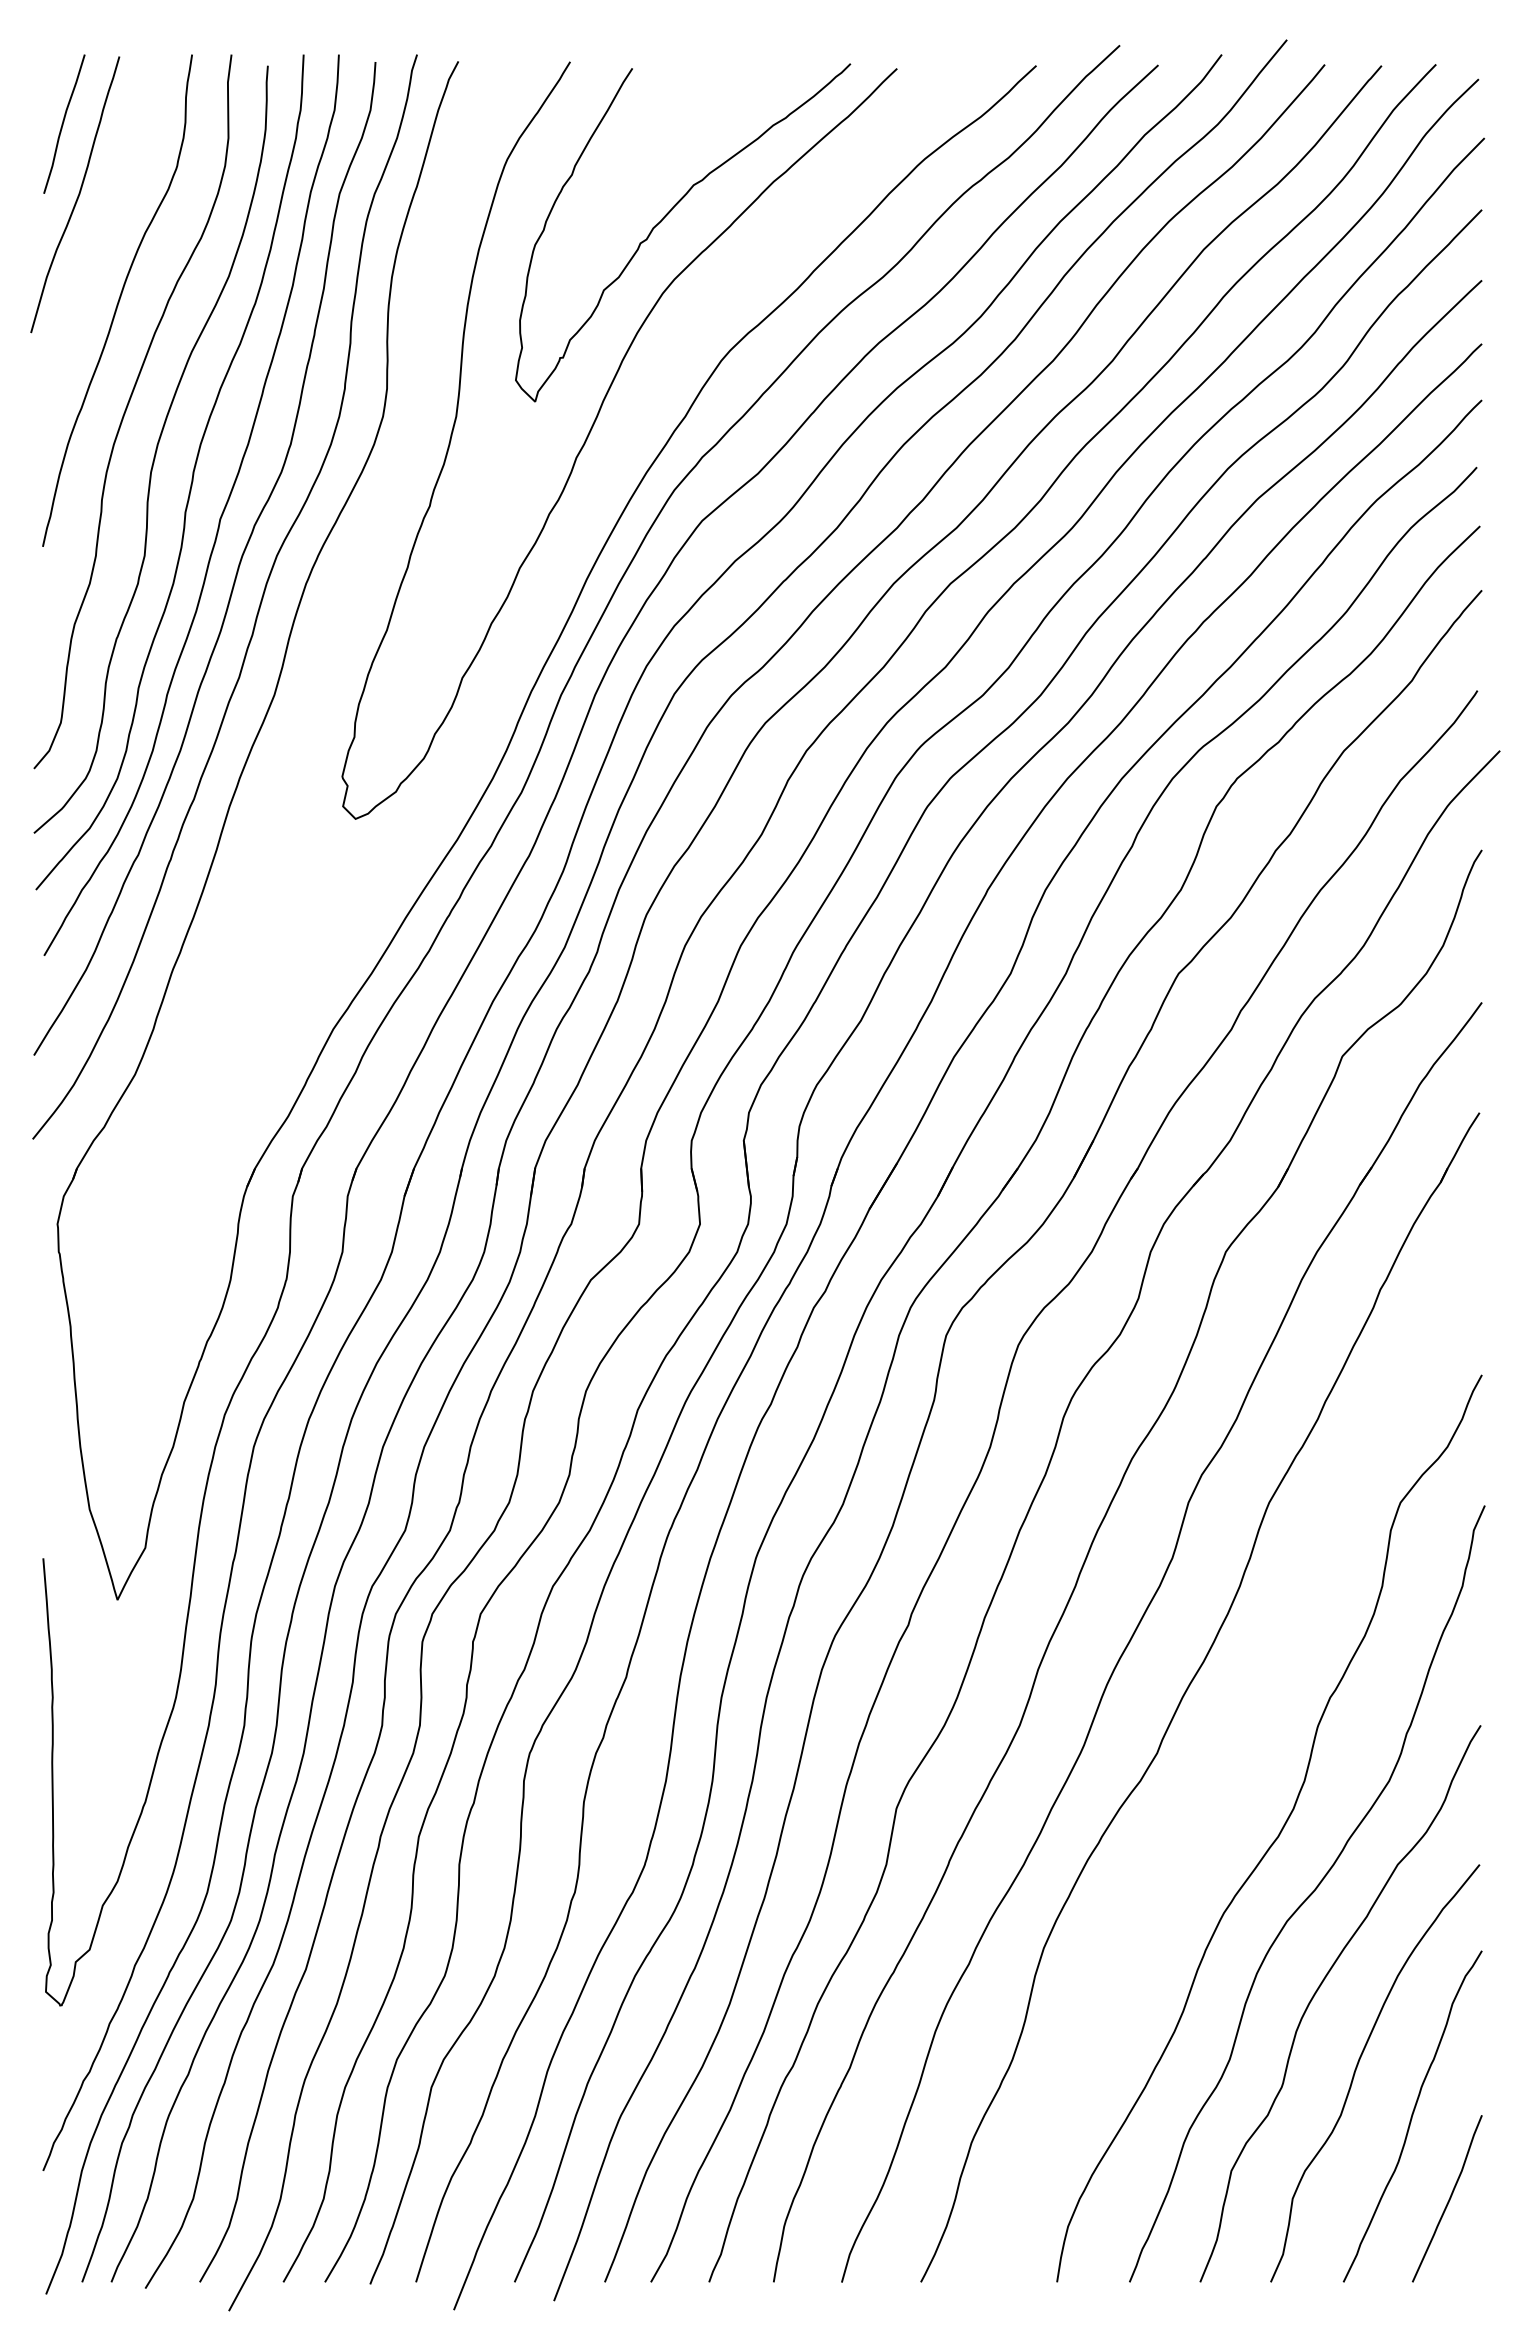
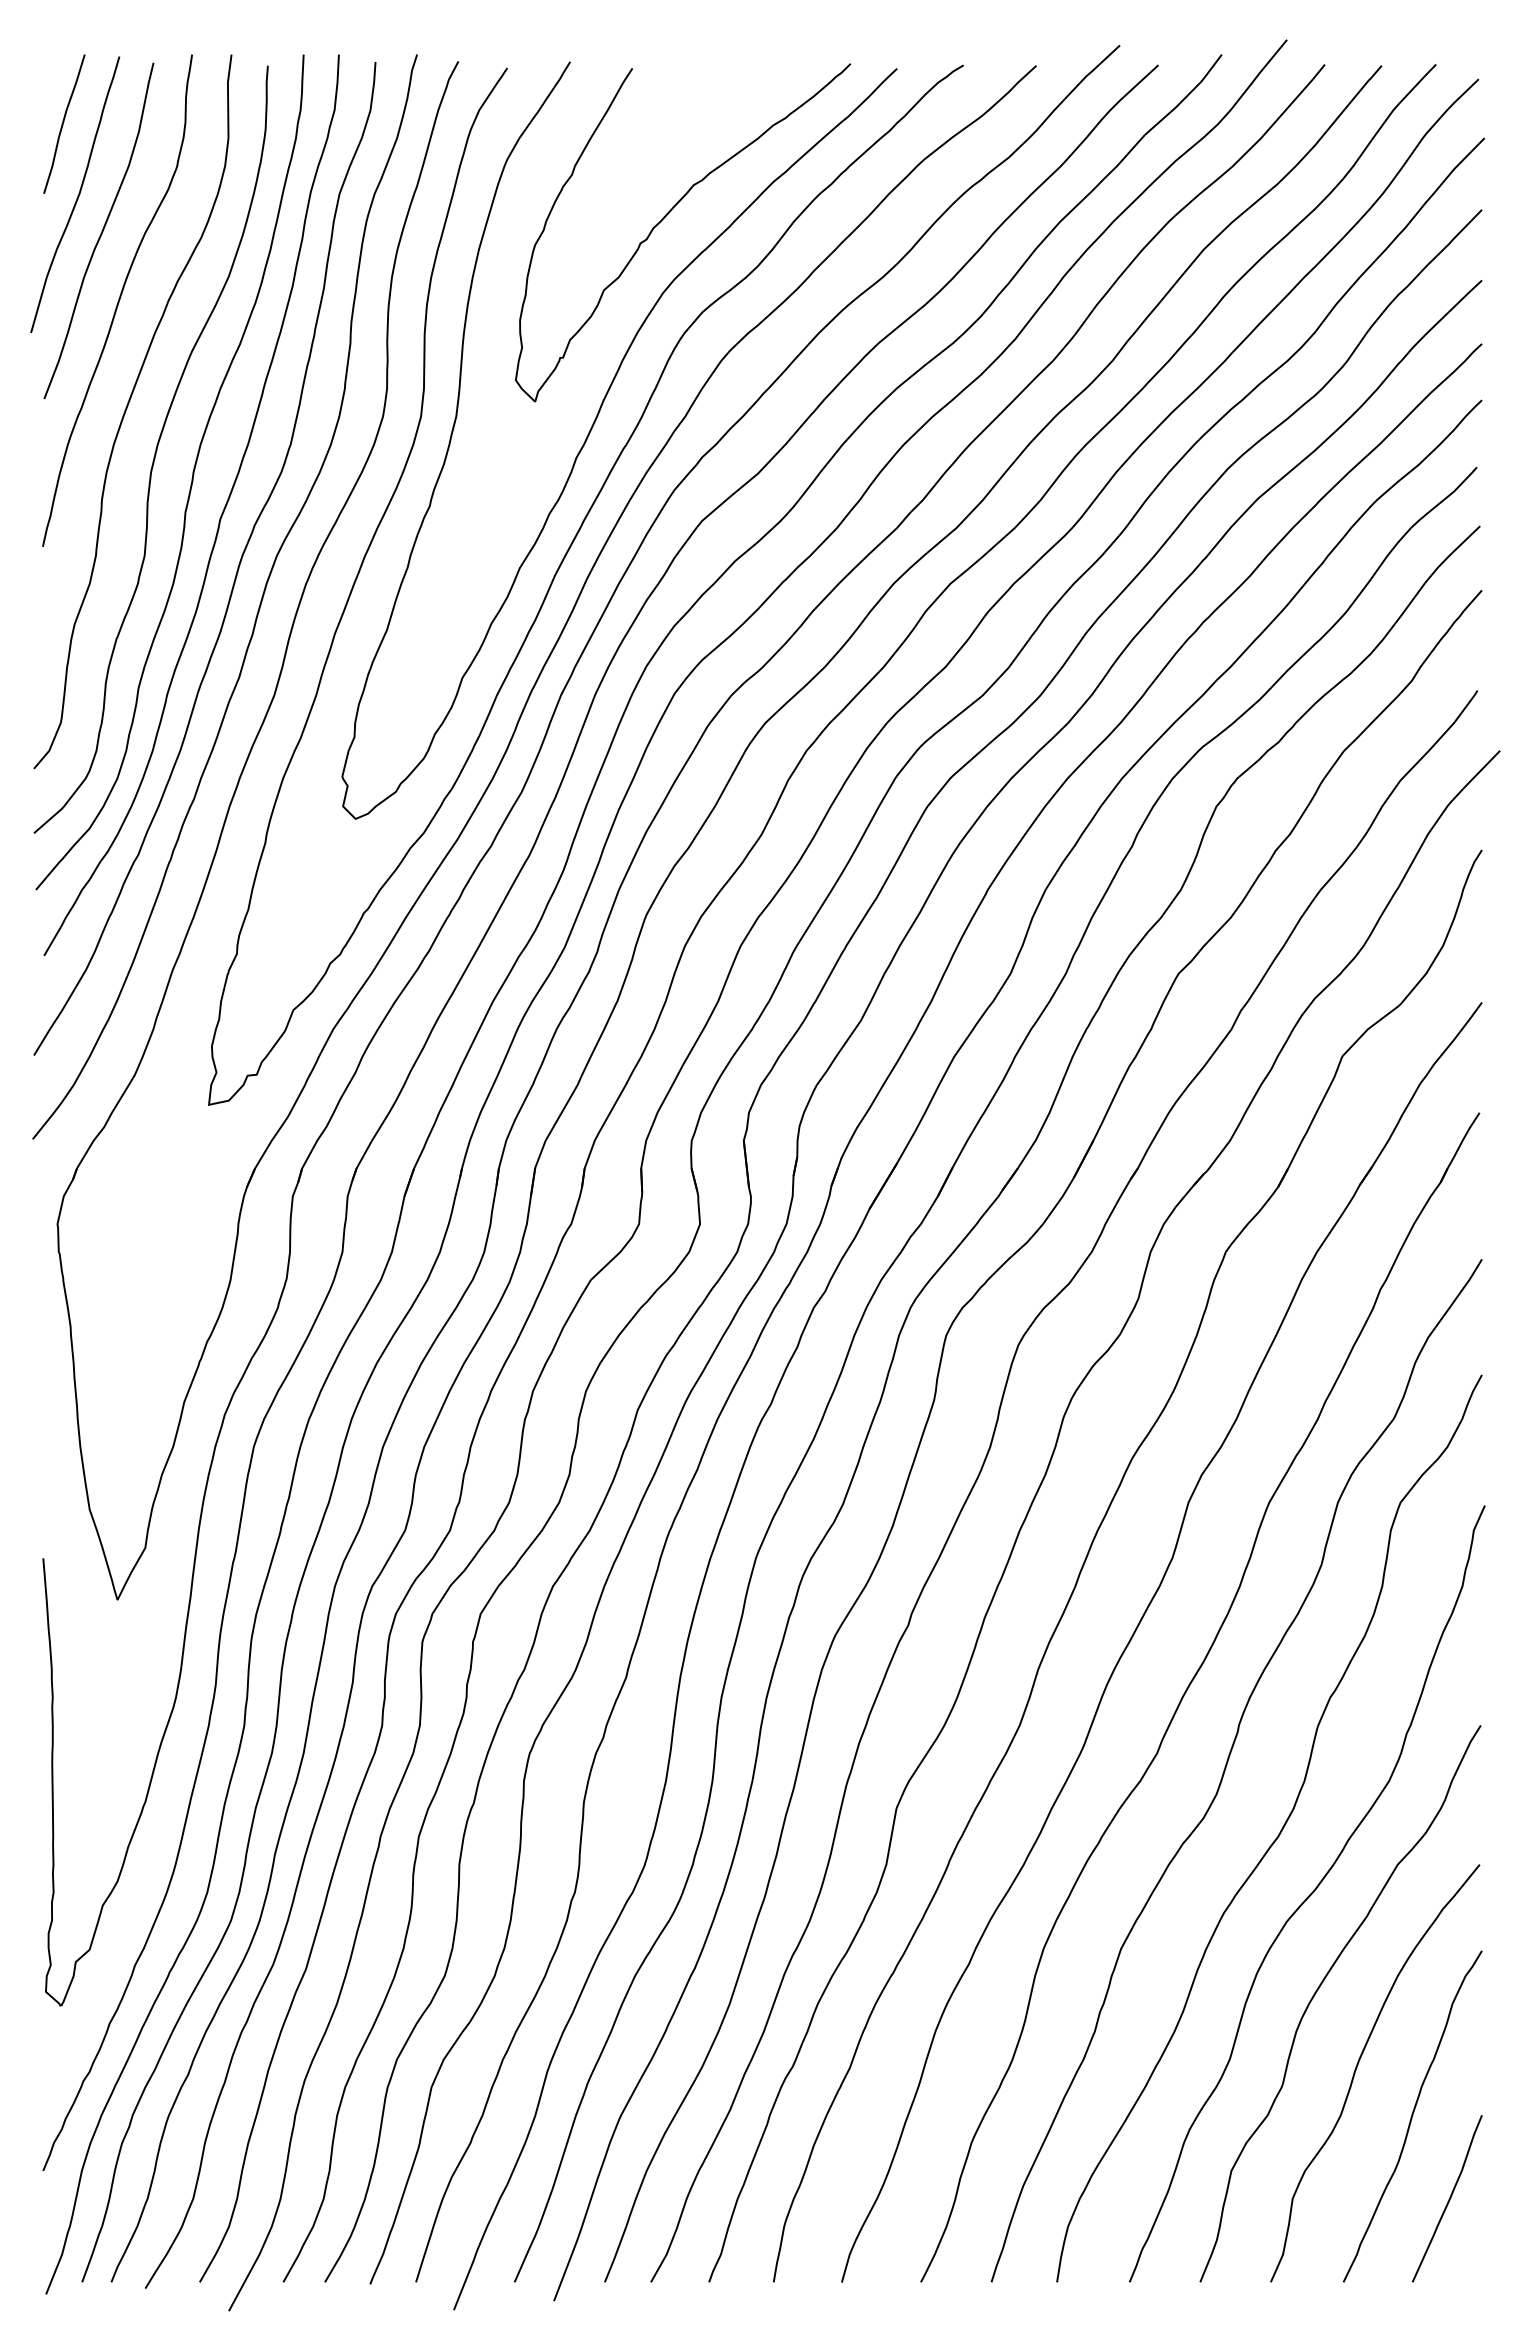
curve at (101, 230): none -> present
curve at (558, 571): none -> present
curve at (1226, 1768): none -> present
